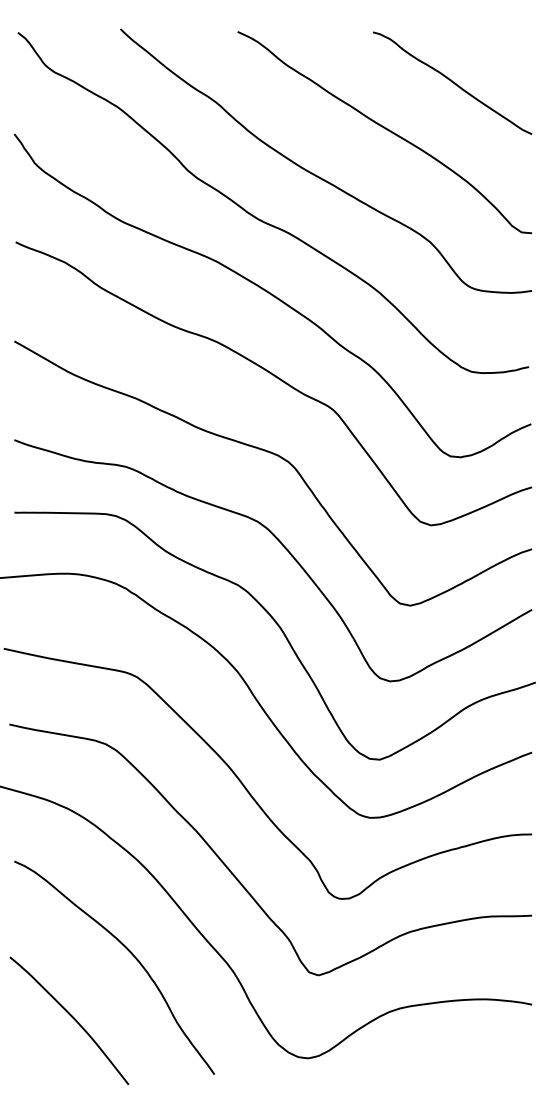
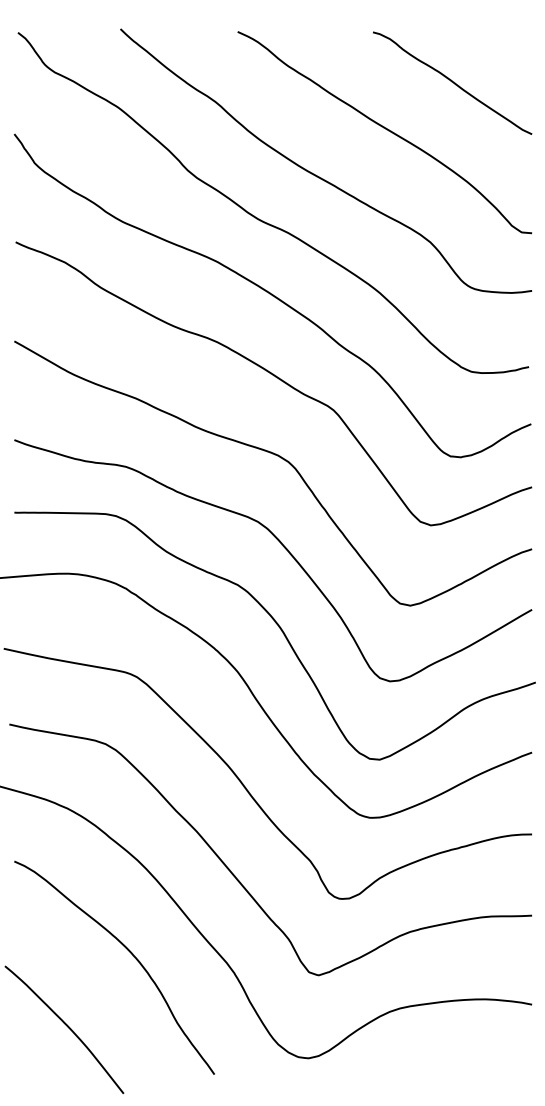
curve at (71, 1017) position: (71, 1017) -> (66, 1026)
